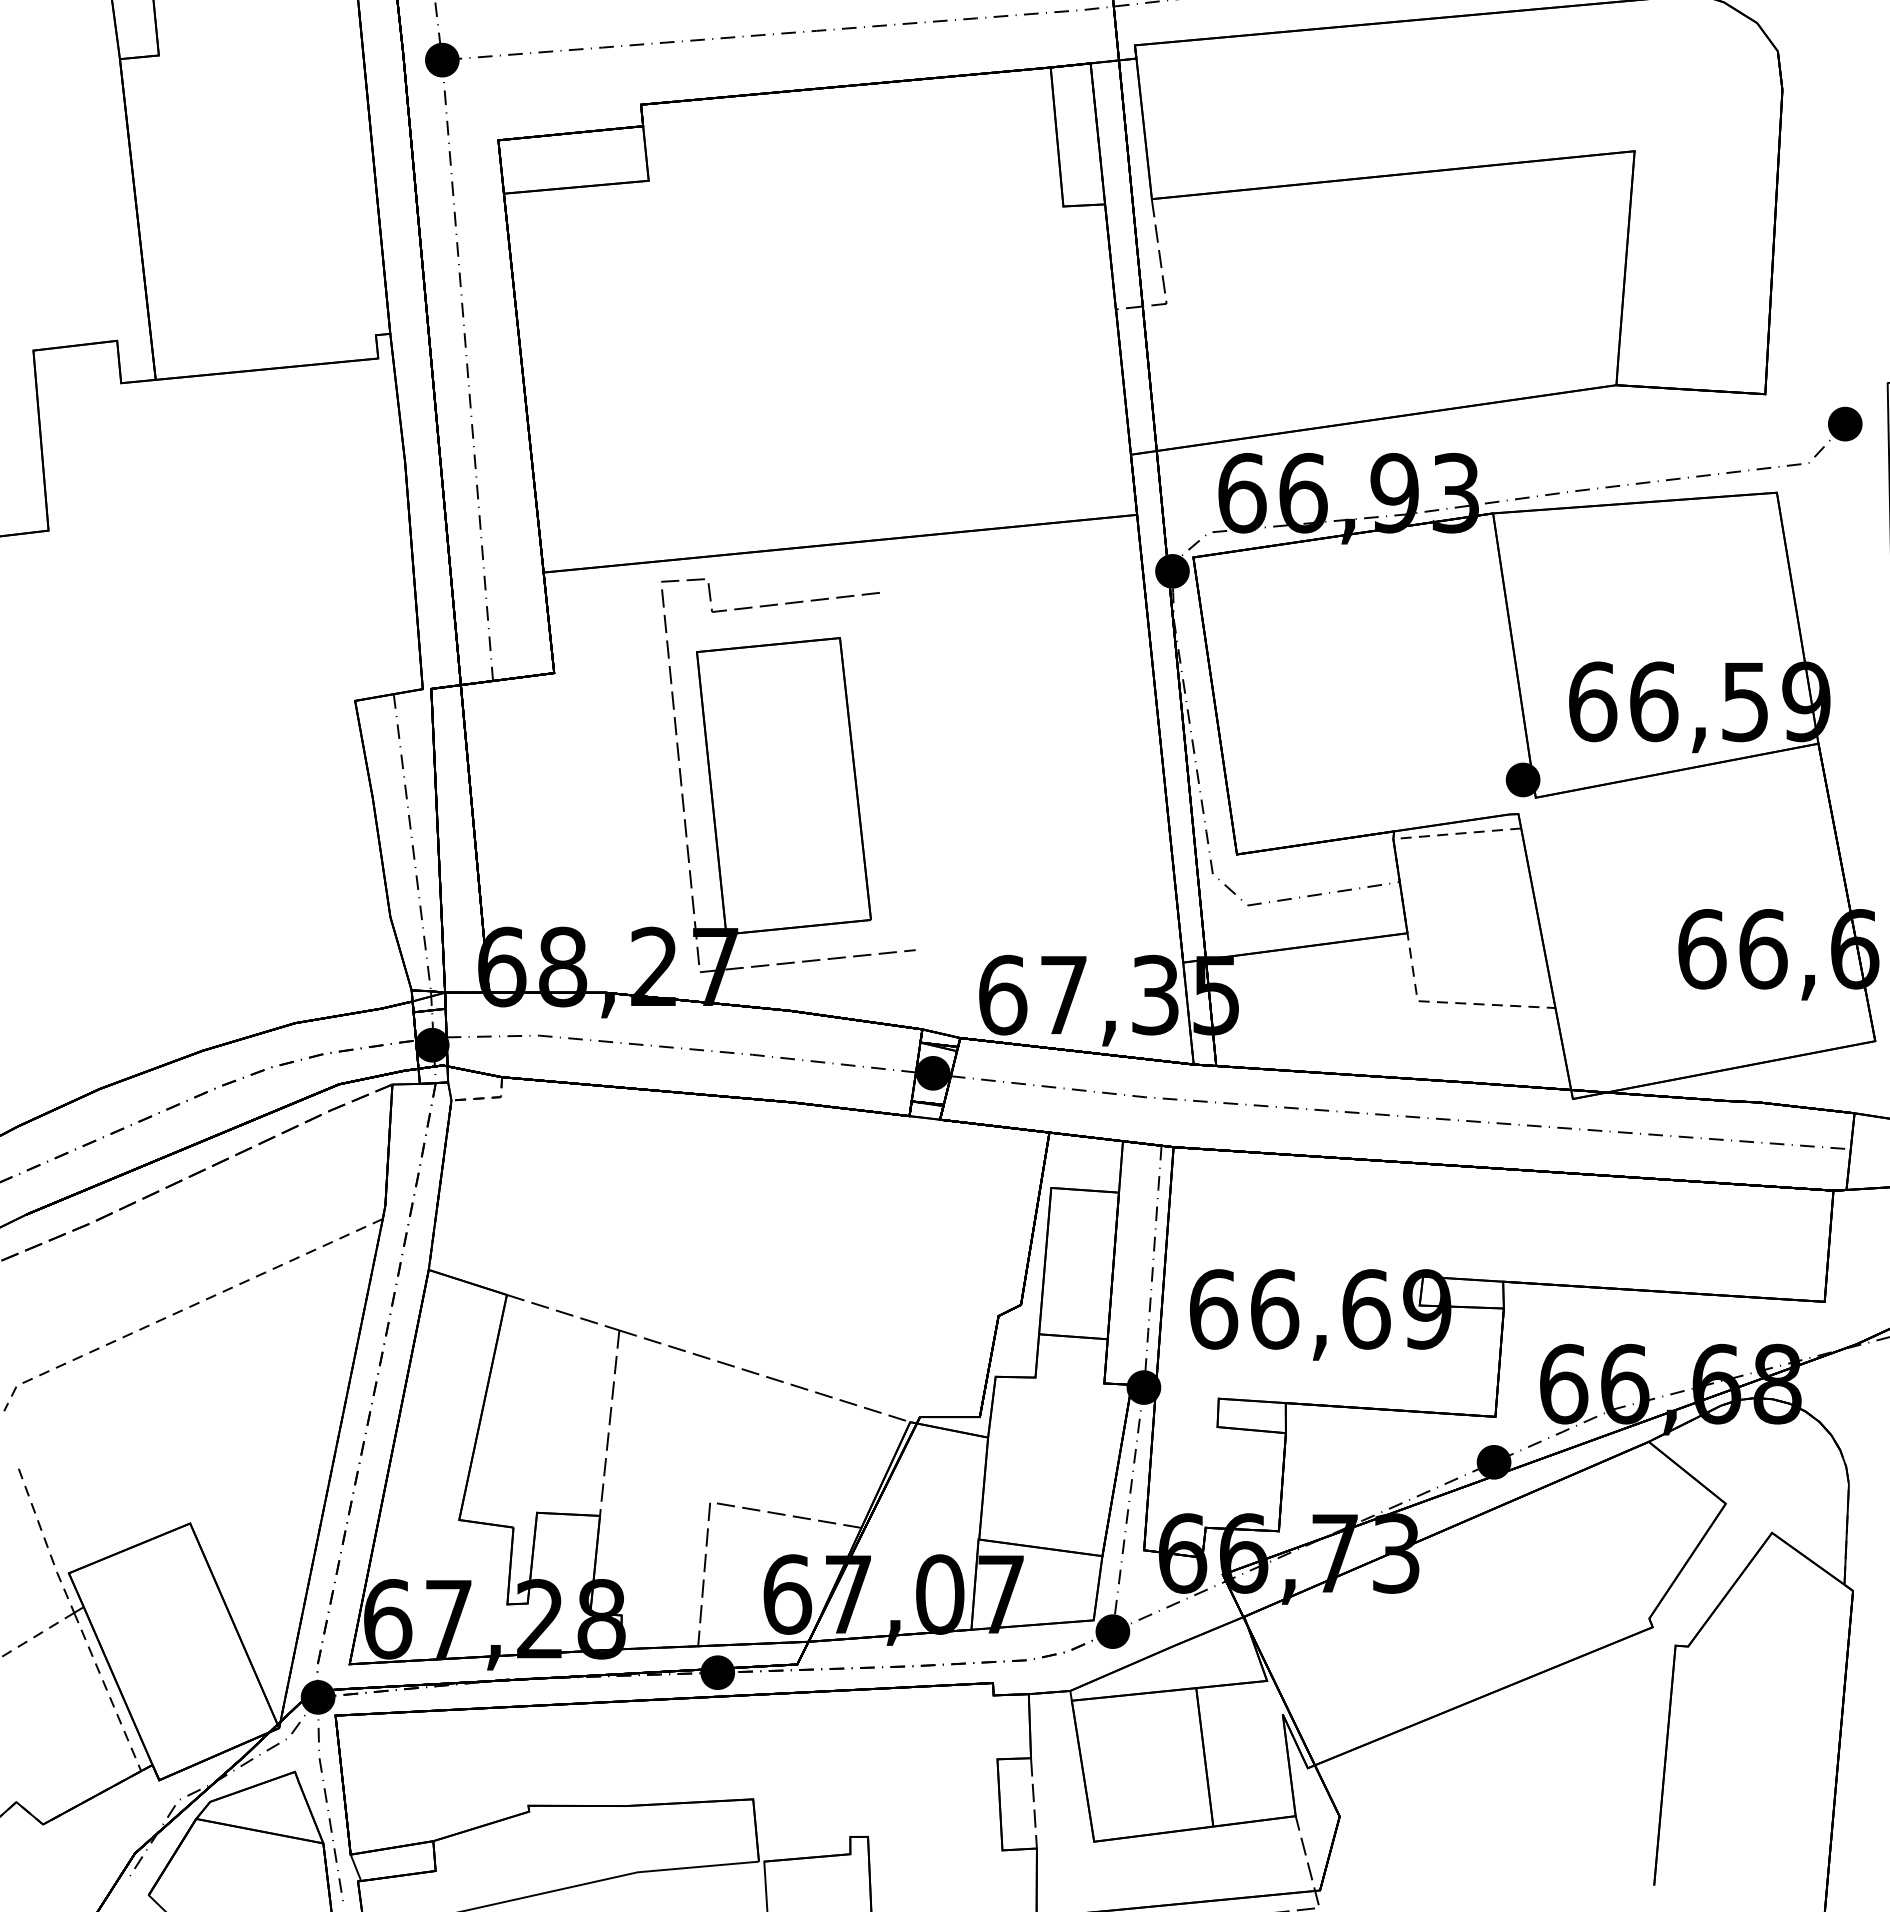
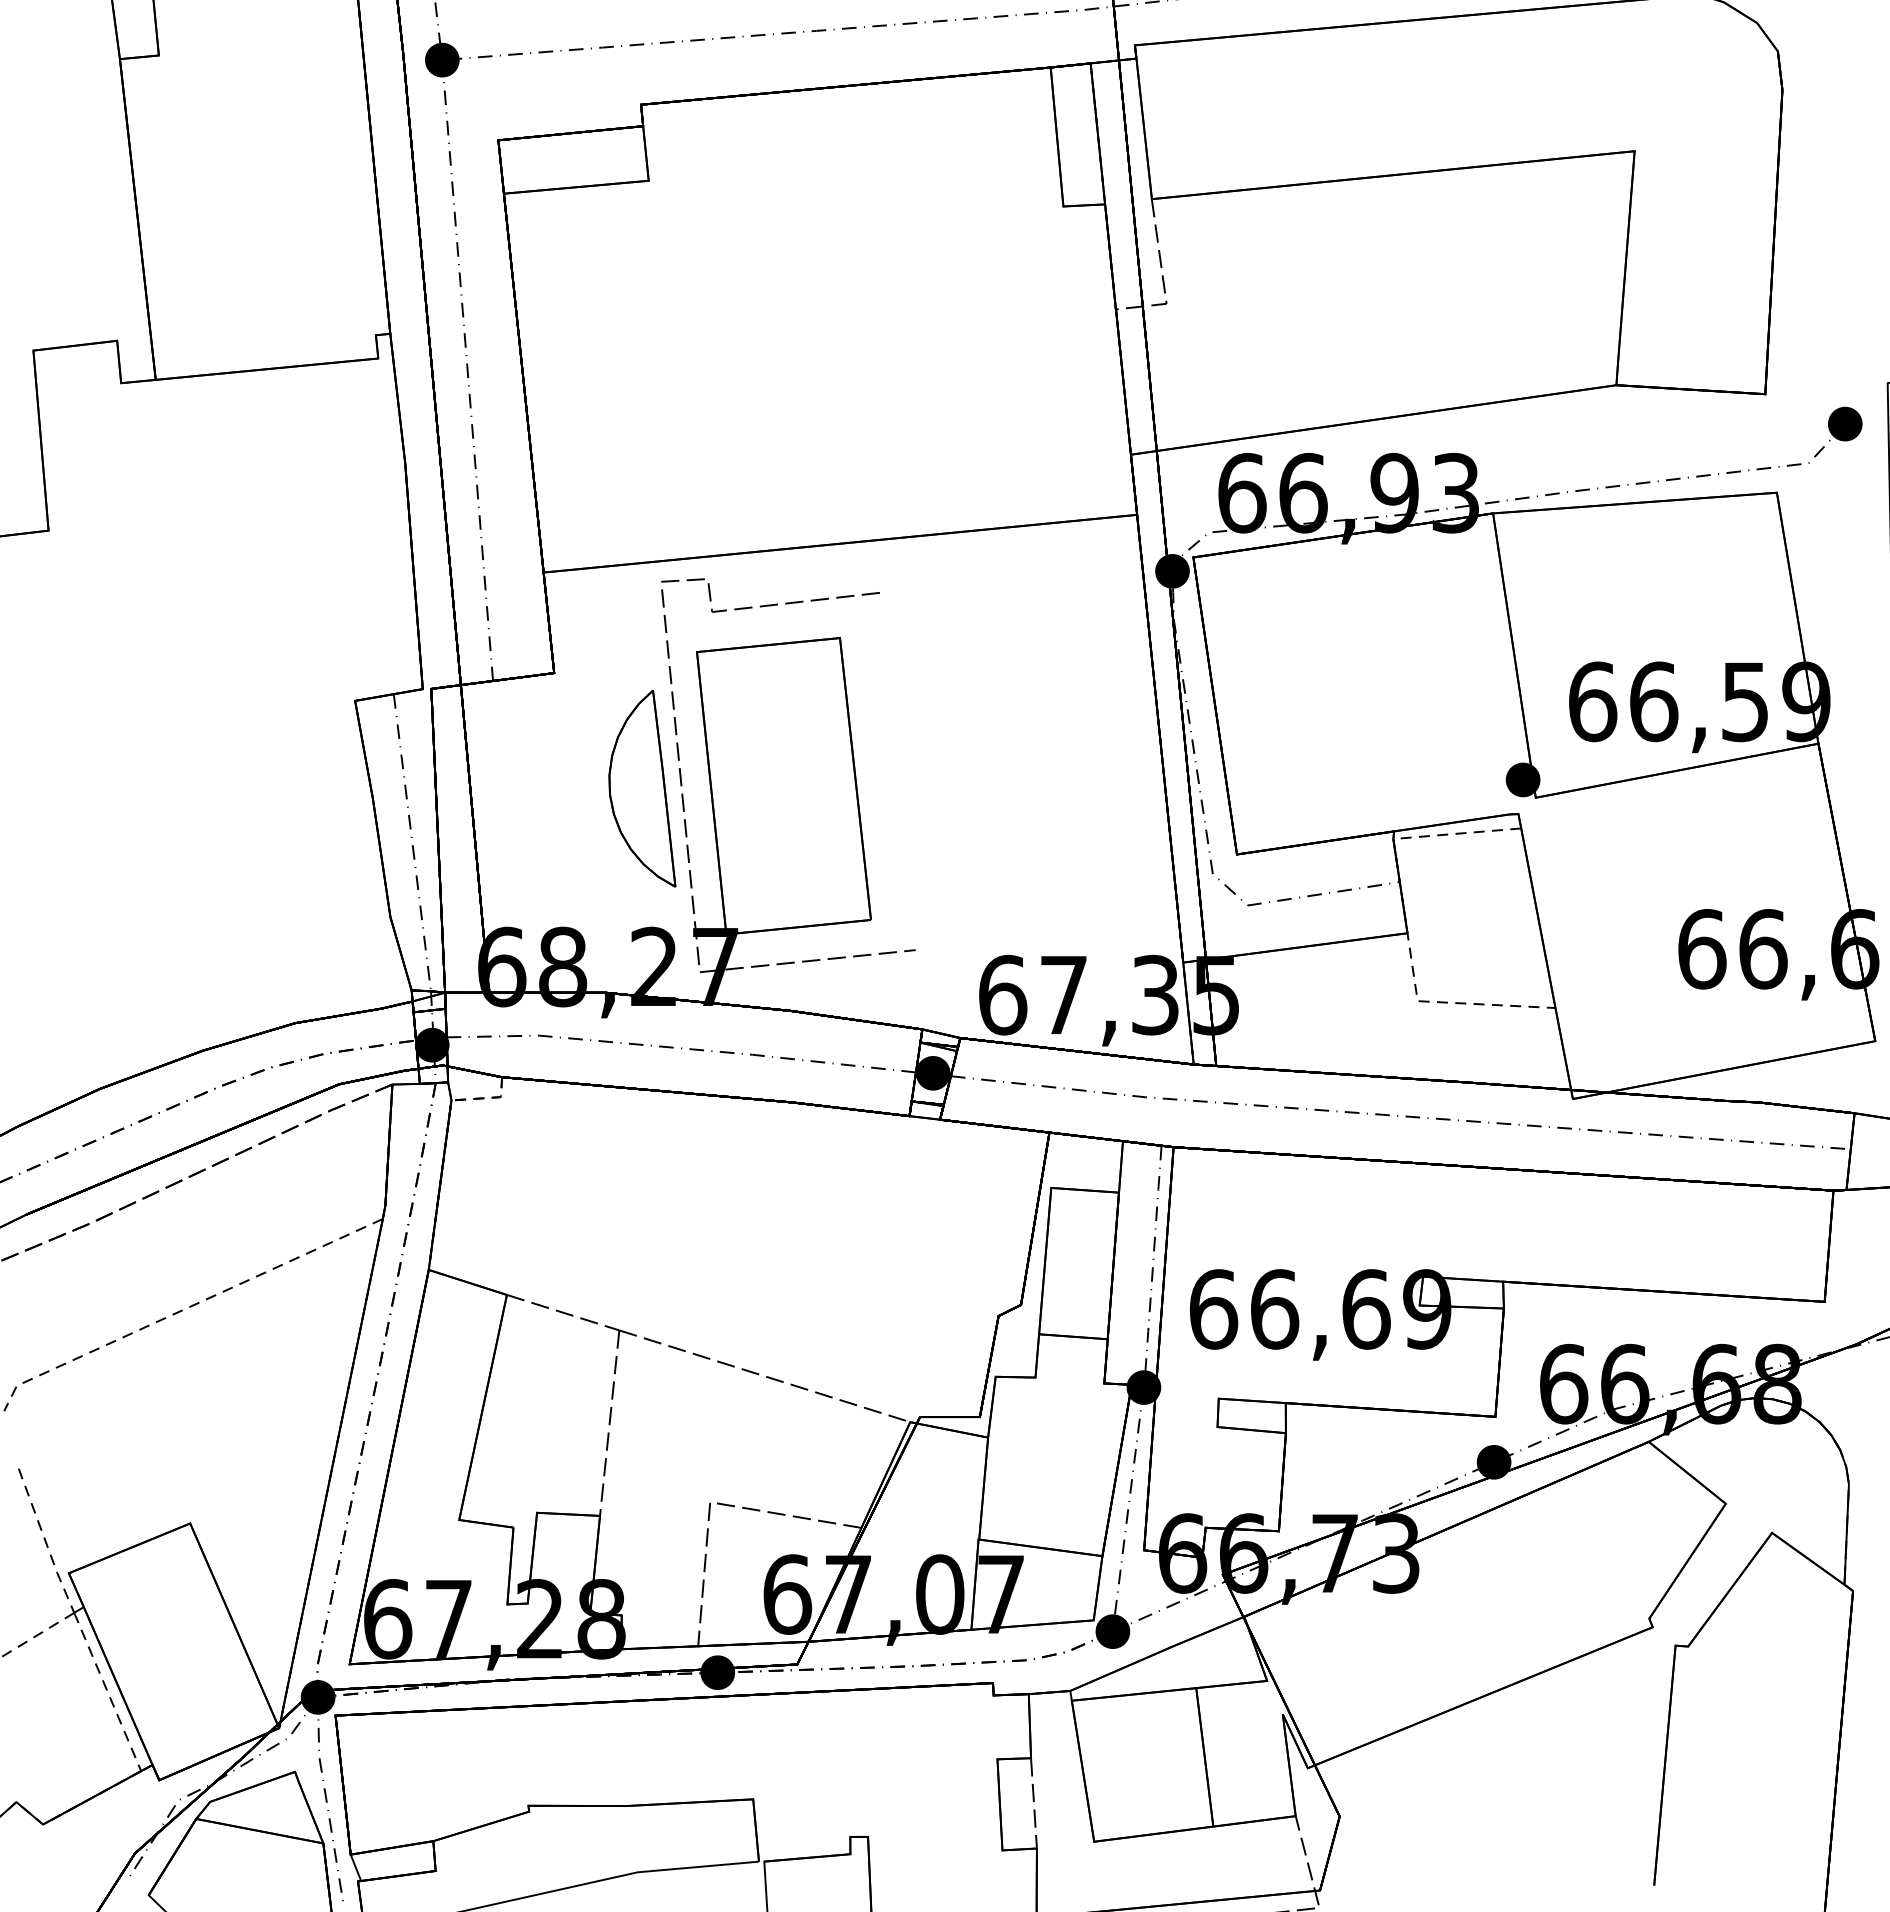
part at (642, 788): none -> present
